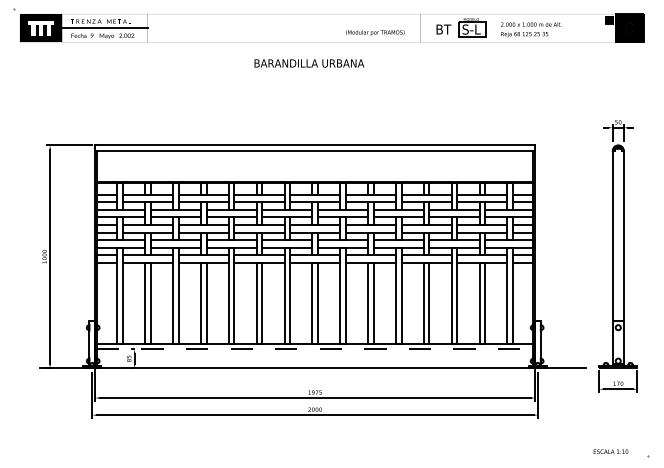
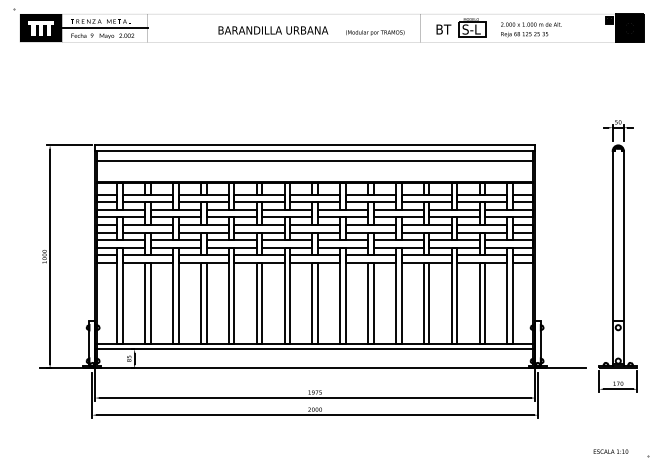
text at (309, 63) position: (309, 63) -> (273, 30)
line at (314, 160): none -> present
line at (315, 349): dashed -> solid
